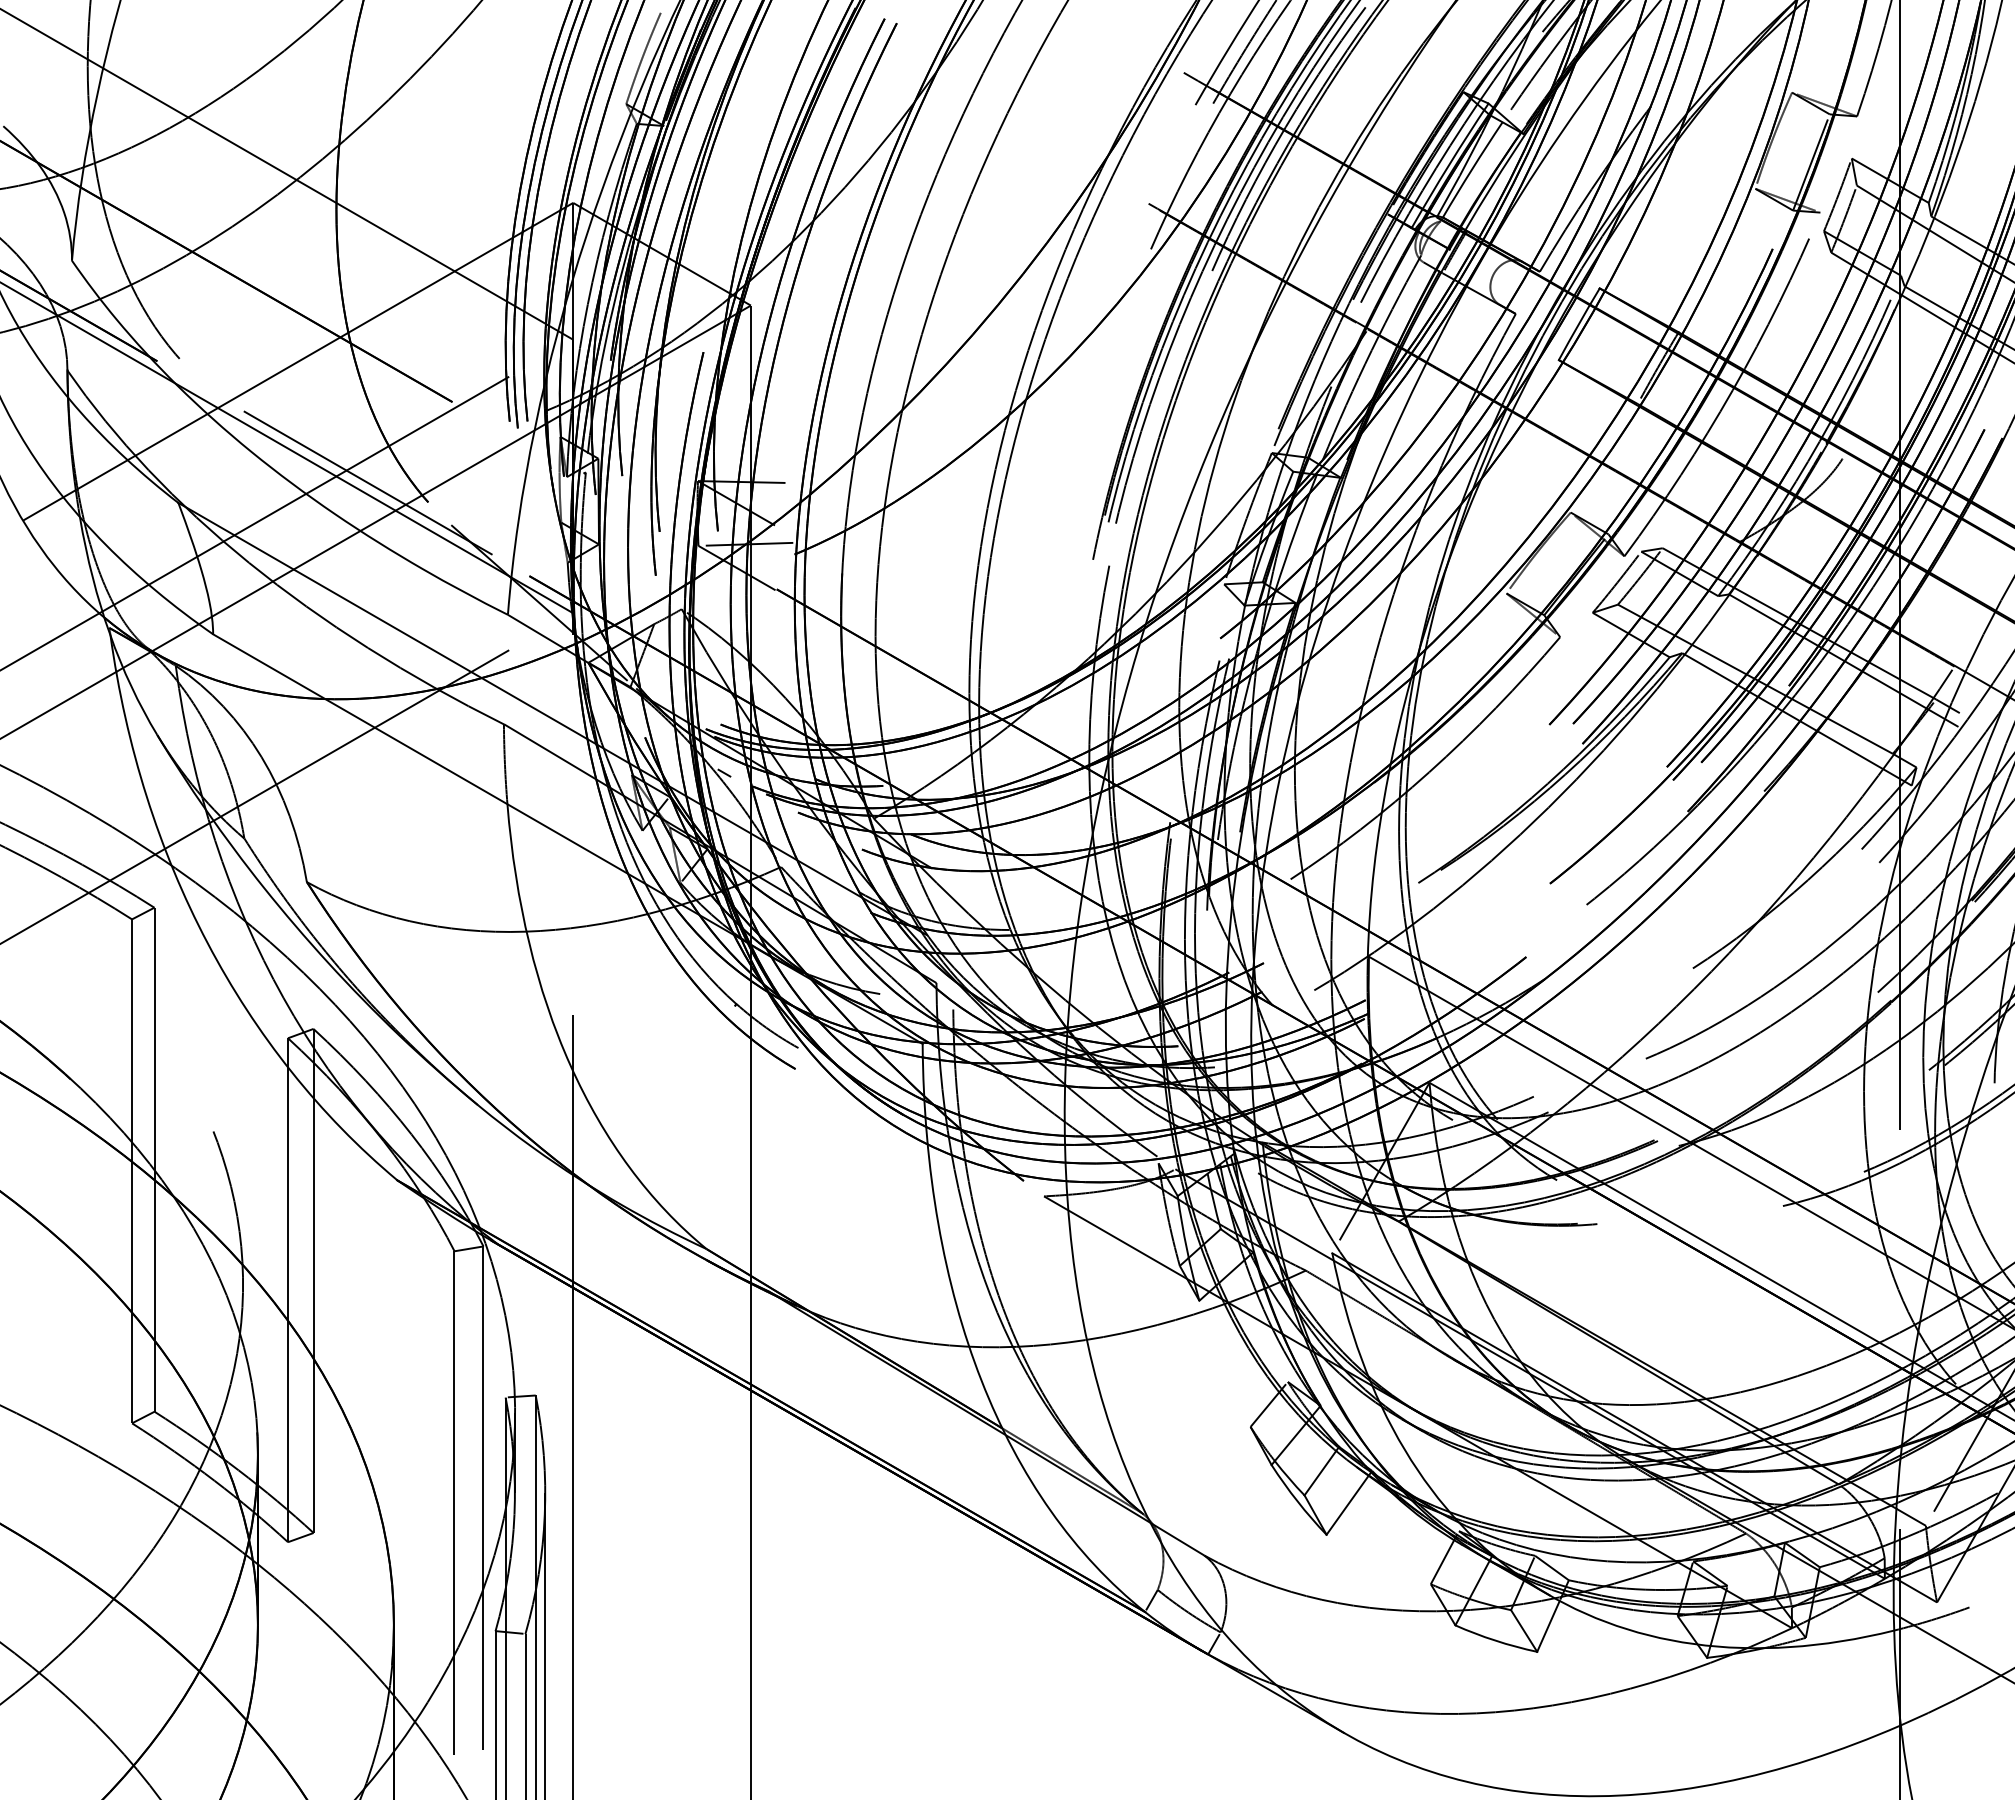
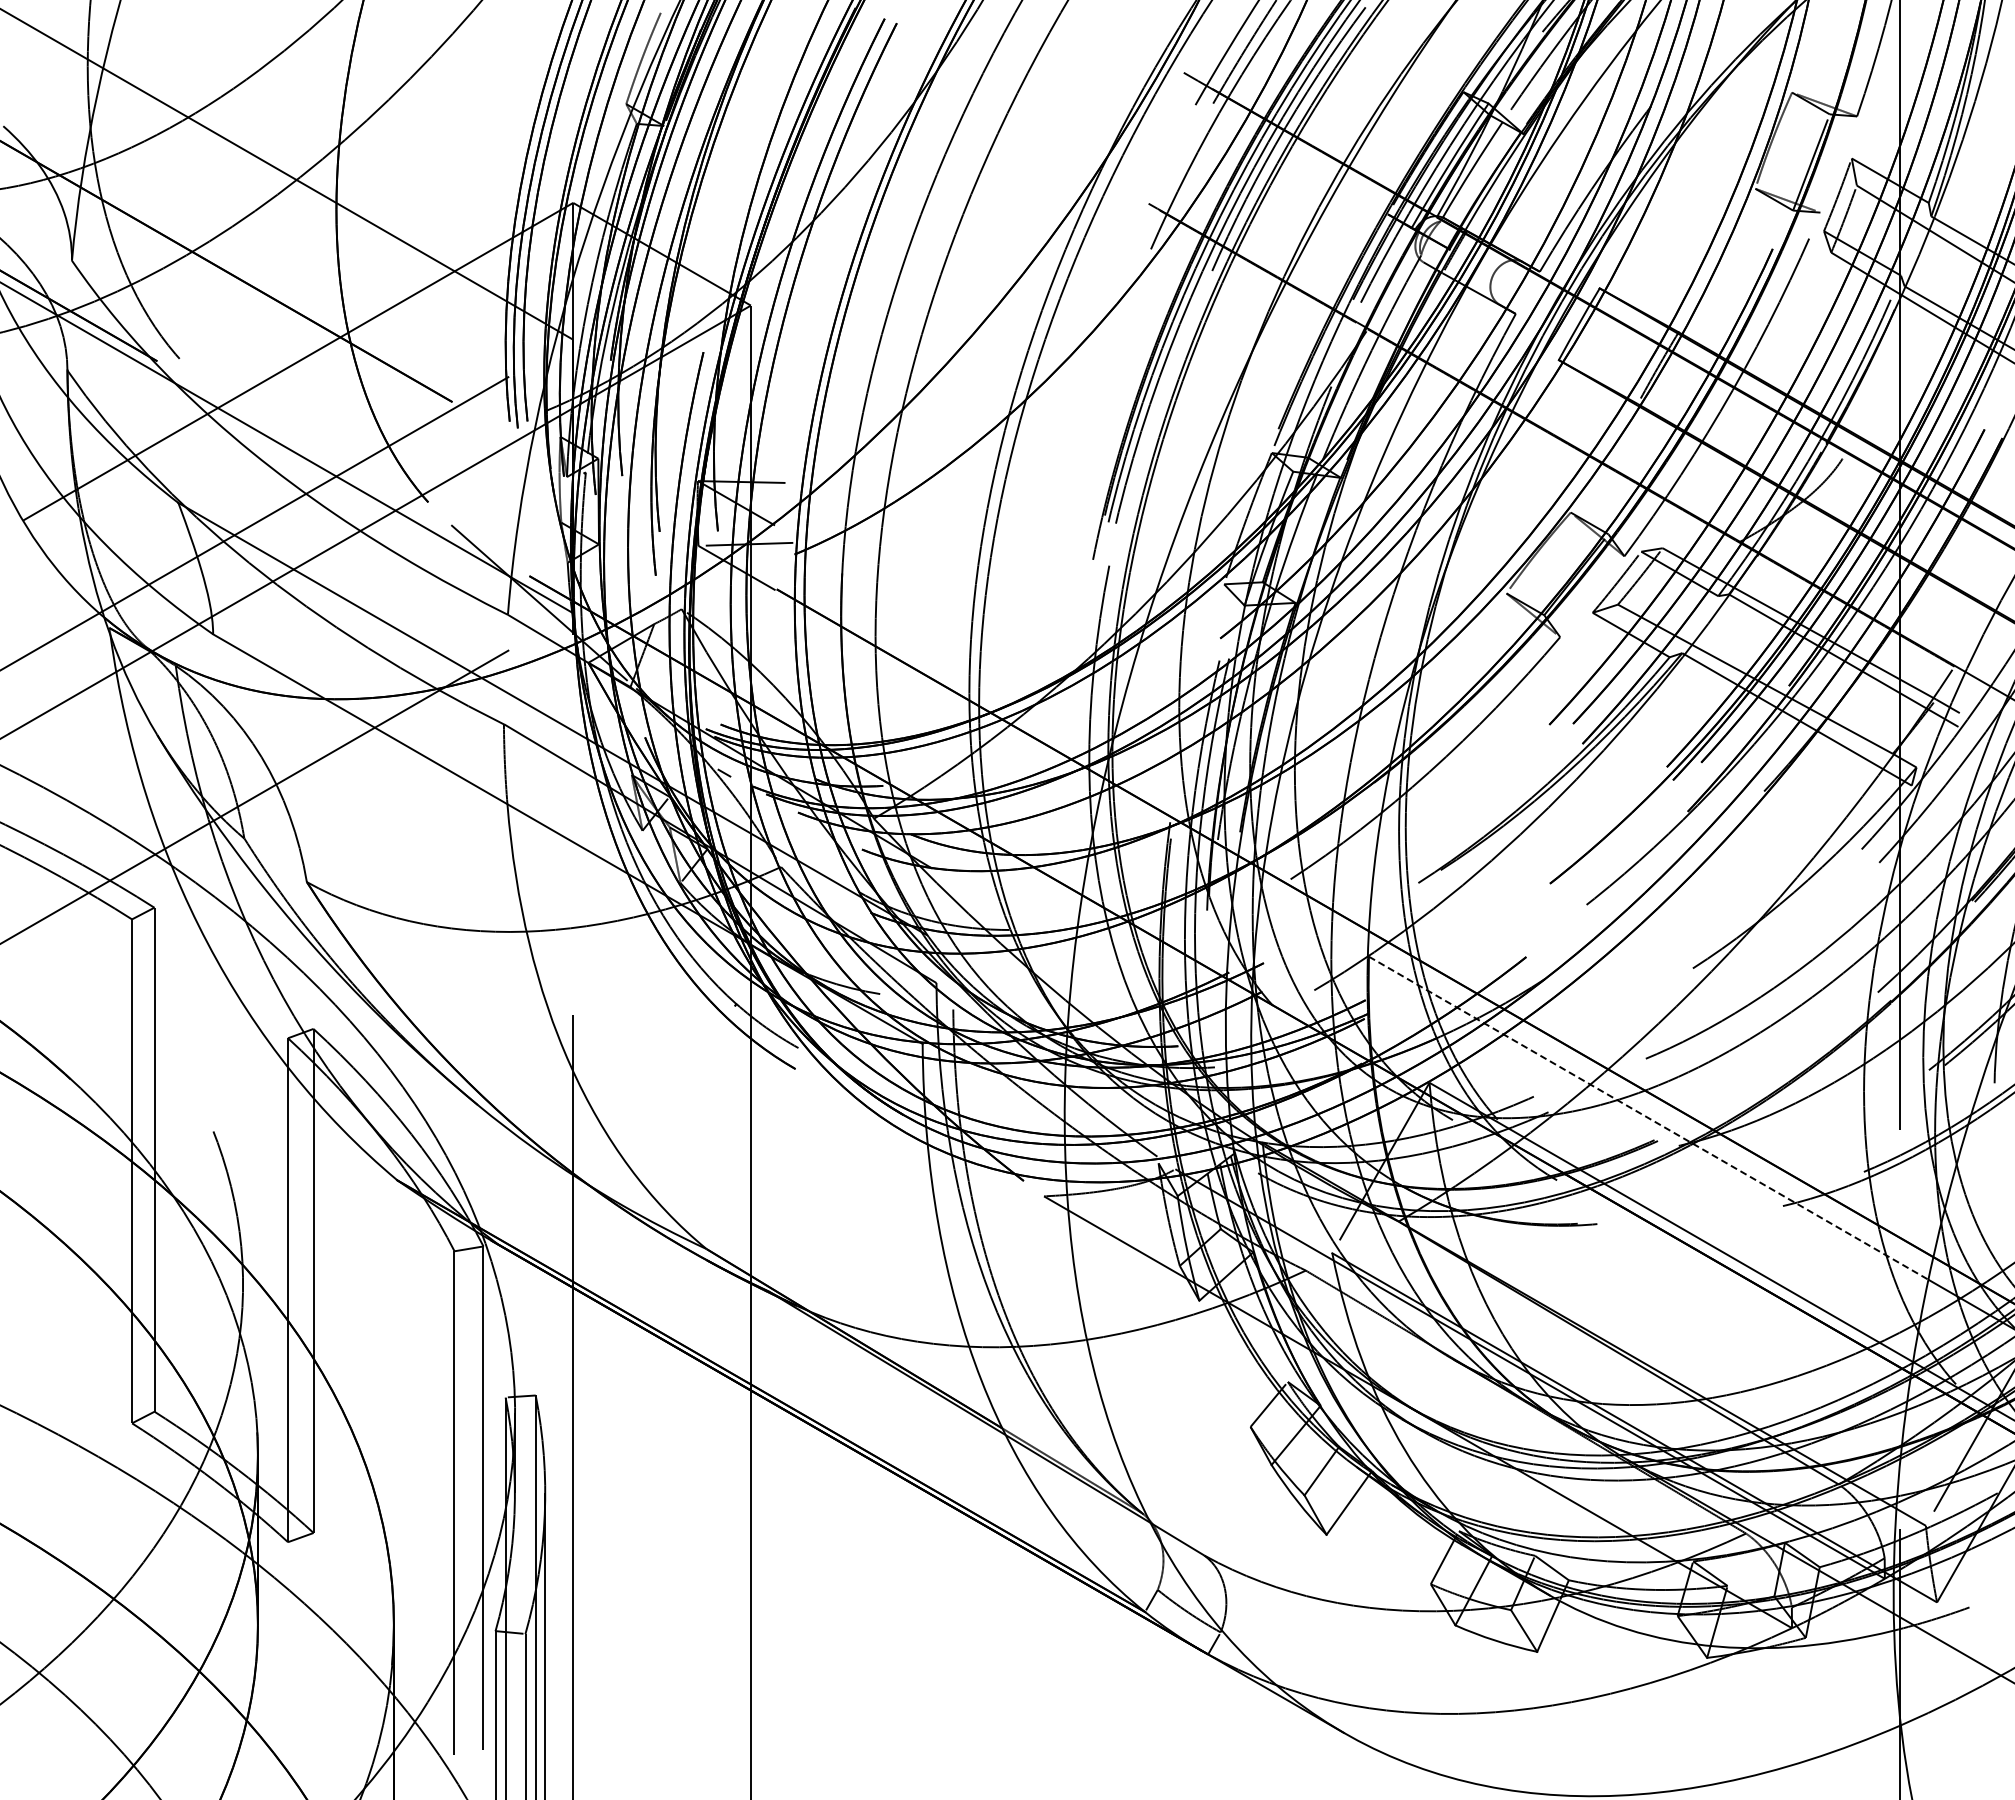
line at (367, 482): present -> none
line at (1649, 1118): solid -> dashed
